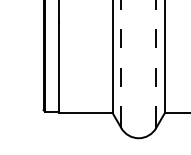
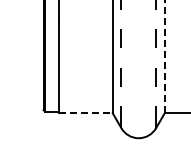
line at (164, 57): solid -> dashed
line at (86, 113): solid -> dashed
